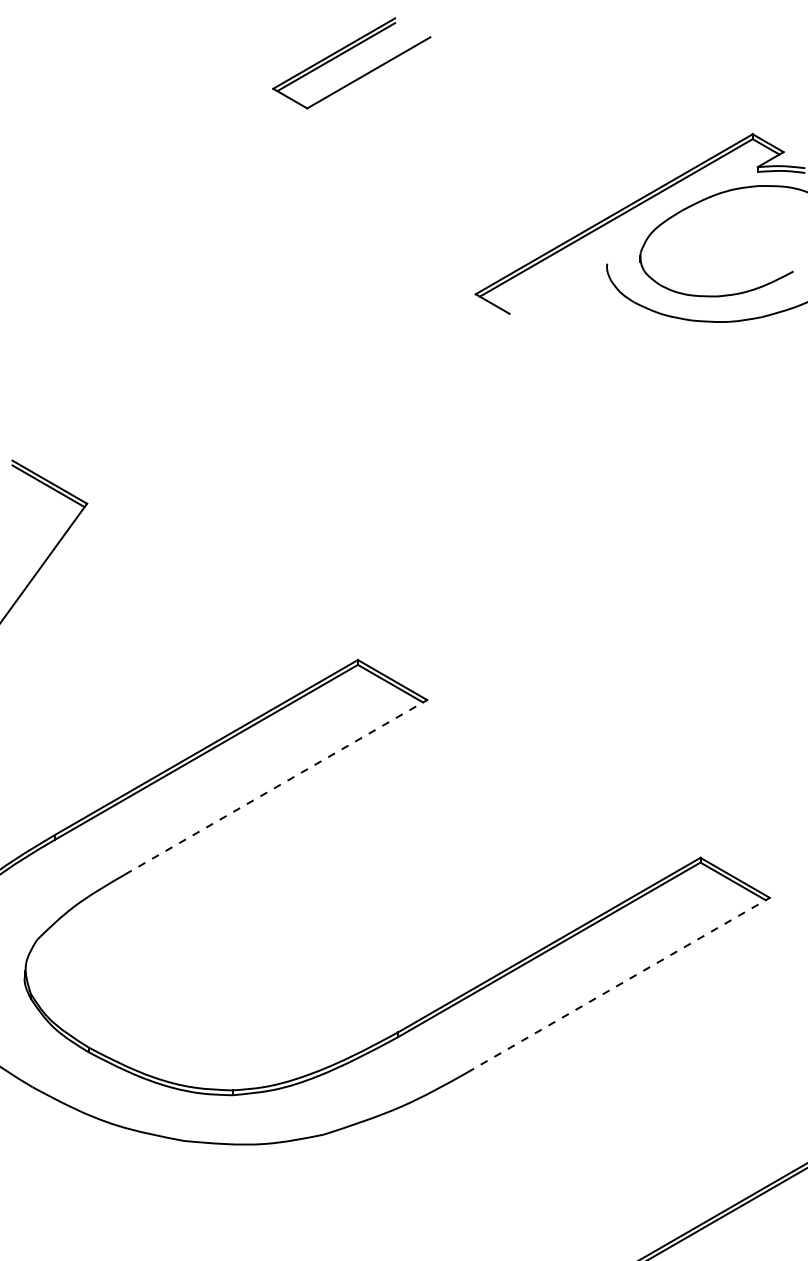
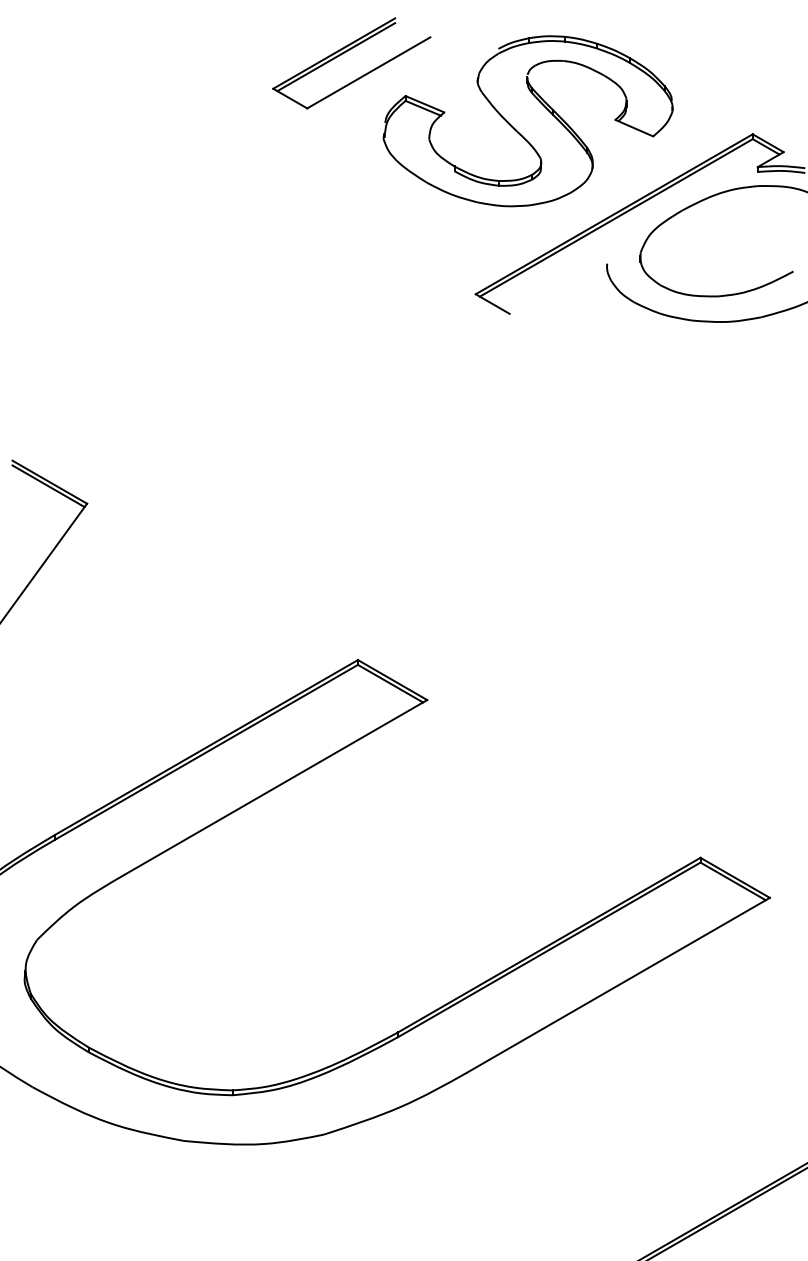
part at (517, 130): none -> present
line at (276, 787): dashed -> solid
line at (618, 985): dashed -> solid
